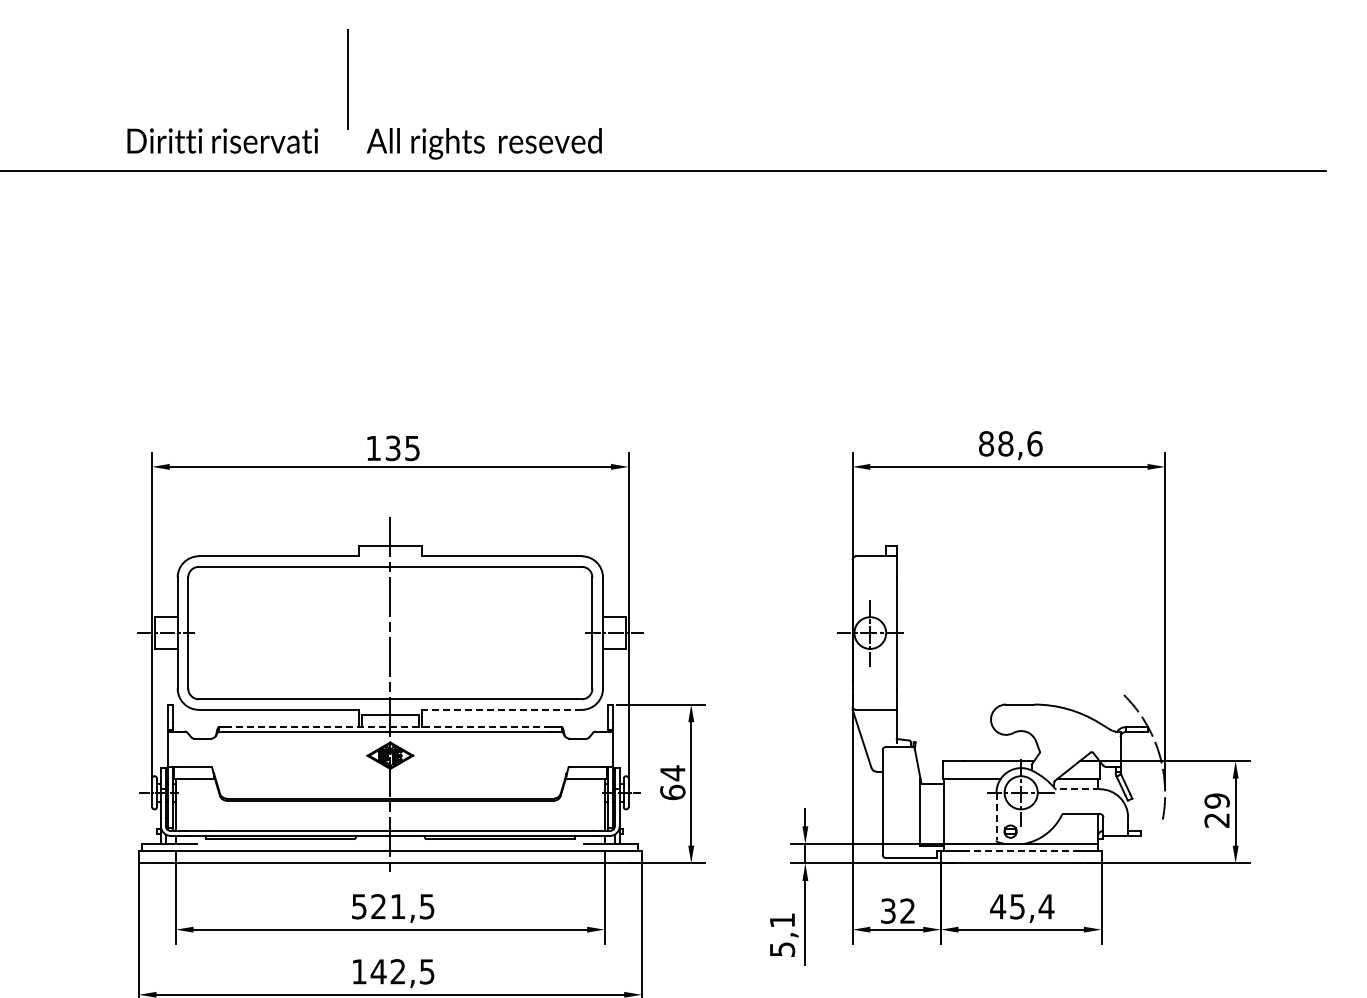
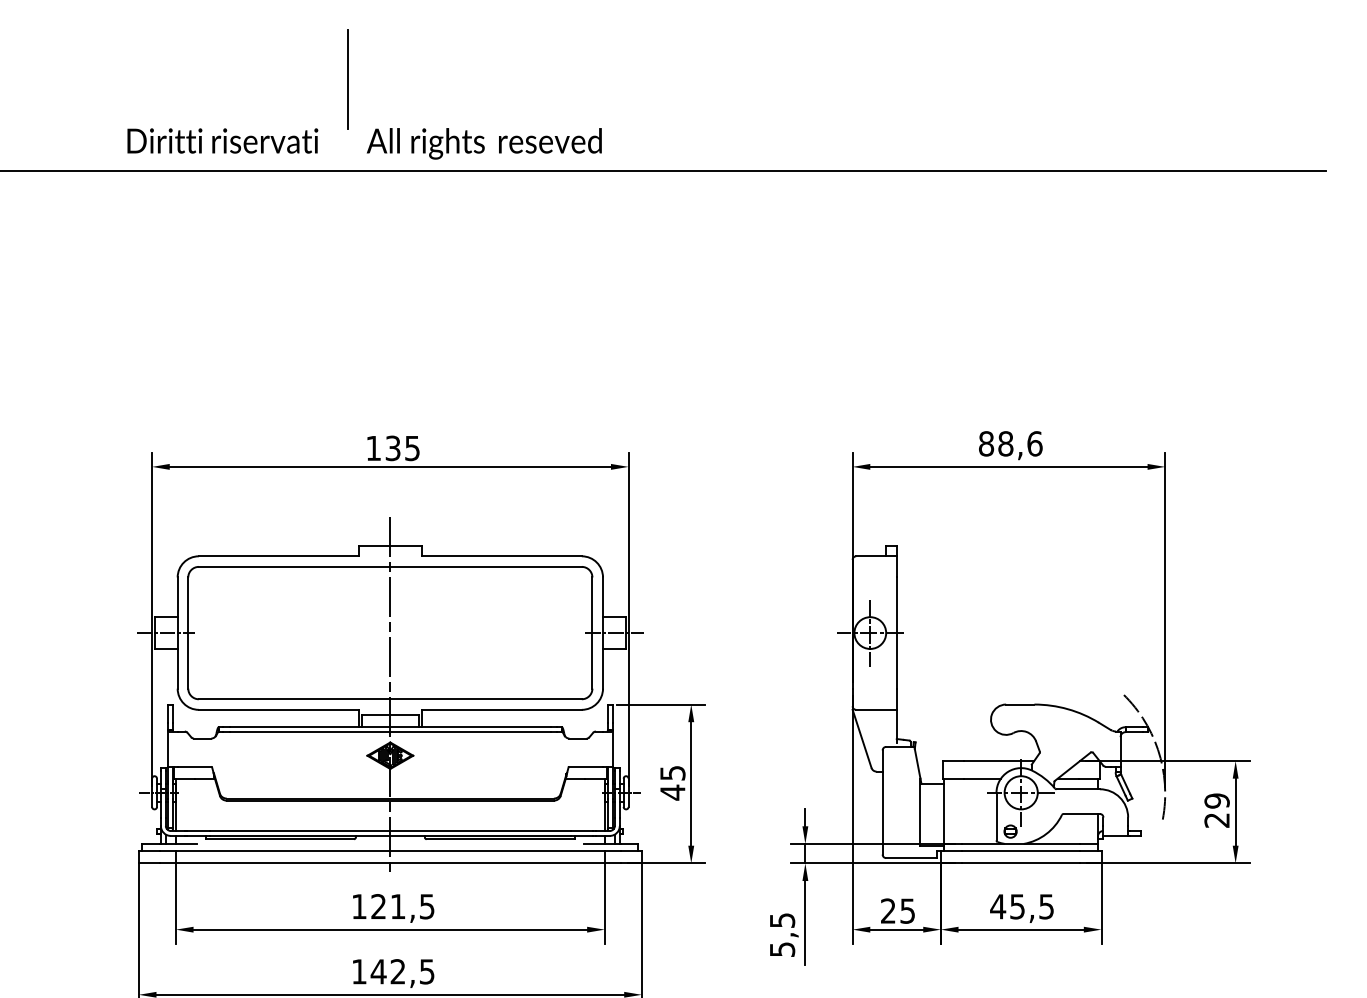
line at (501, 709): dashed -> solid
line at (389, 727): dashed -> solid
text at (672, 782): 64 -> 45
line at (1078, 789): dashed -> solid
line at (996, 816): dashed -> solid
line at (1020, 851): dashed -> solid
text at (359, 906): 521,5 -> 121,5
text at (1046, 906): 45,4 -> 45,5
text at (897, 910): 32 -> 25
text at (782, 920): 5,1 -> 5,5
